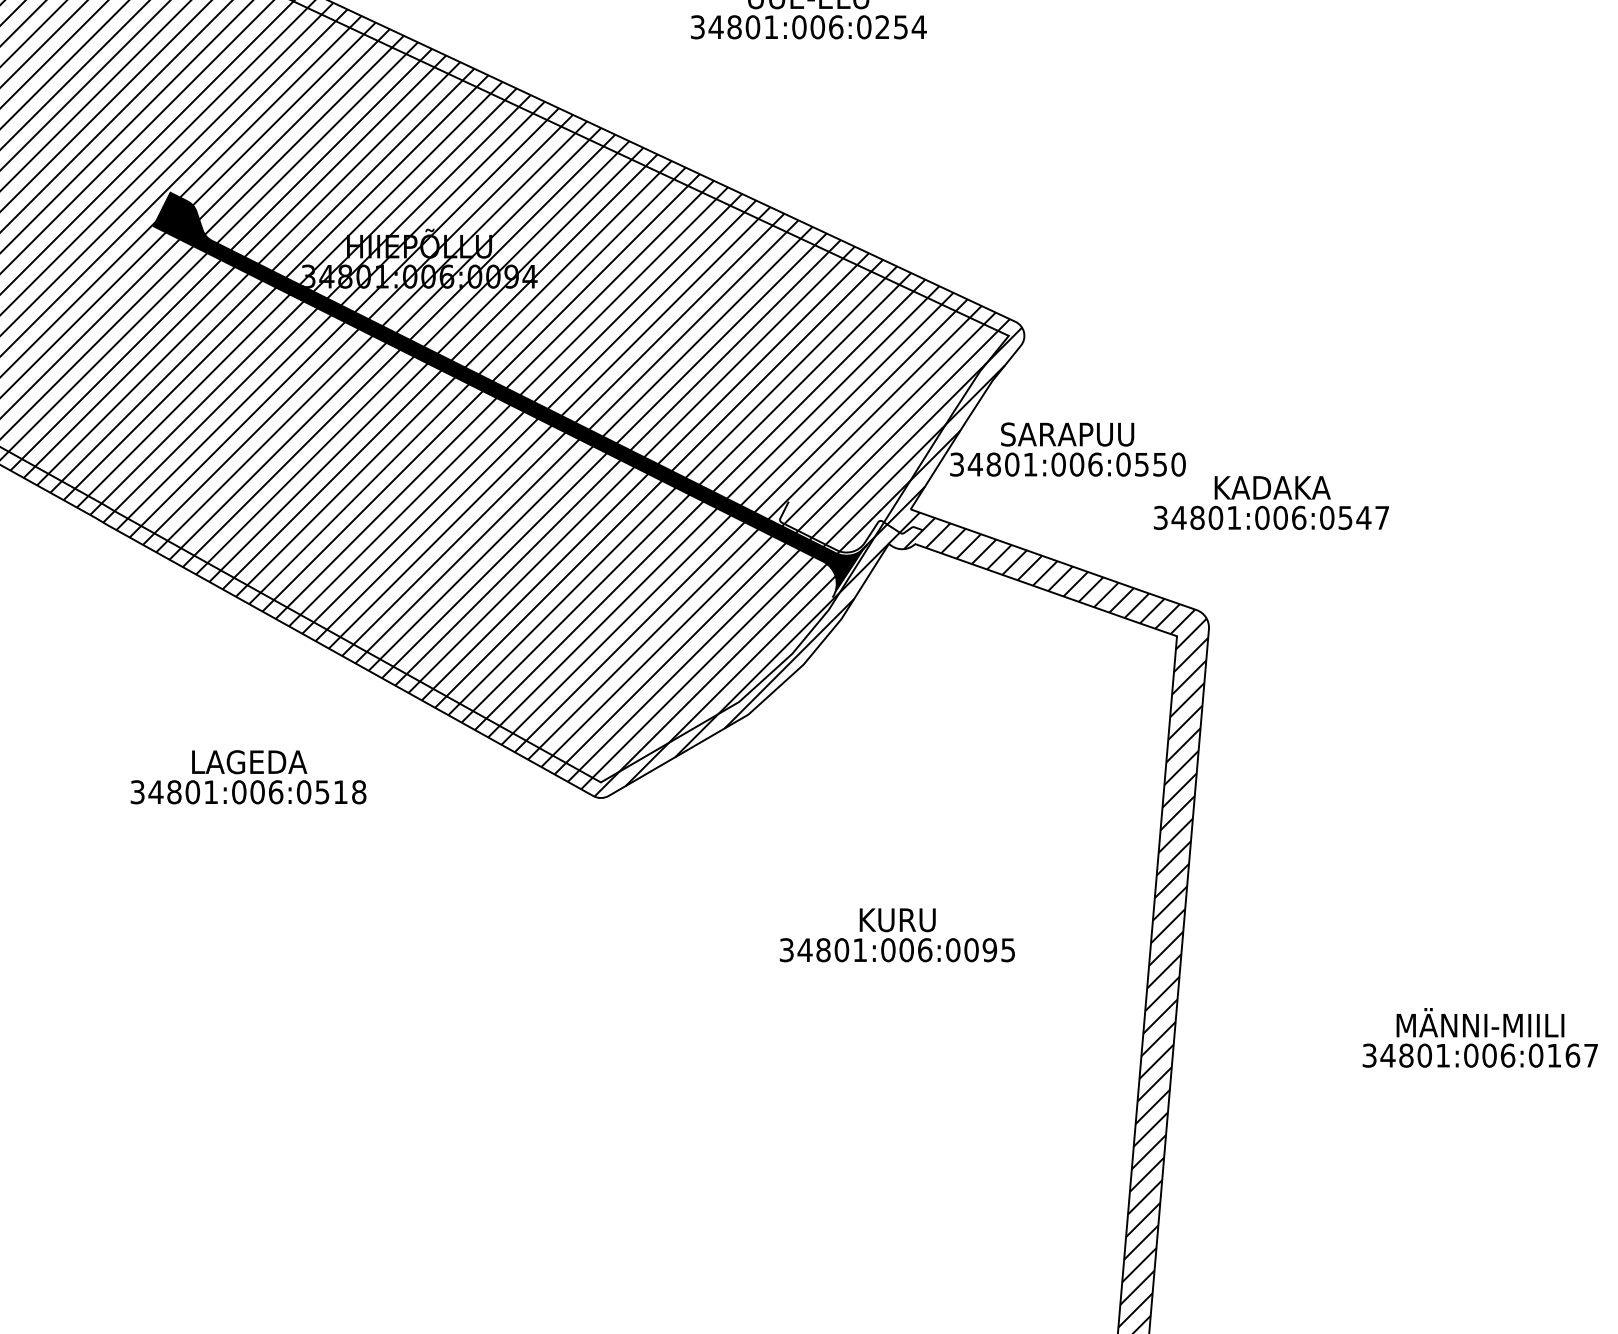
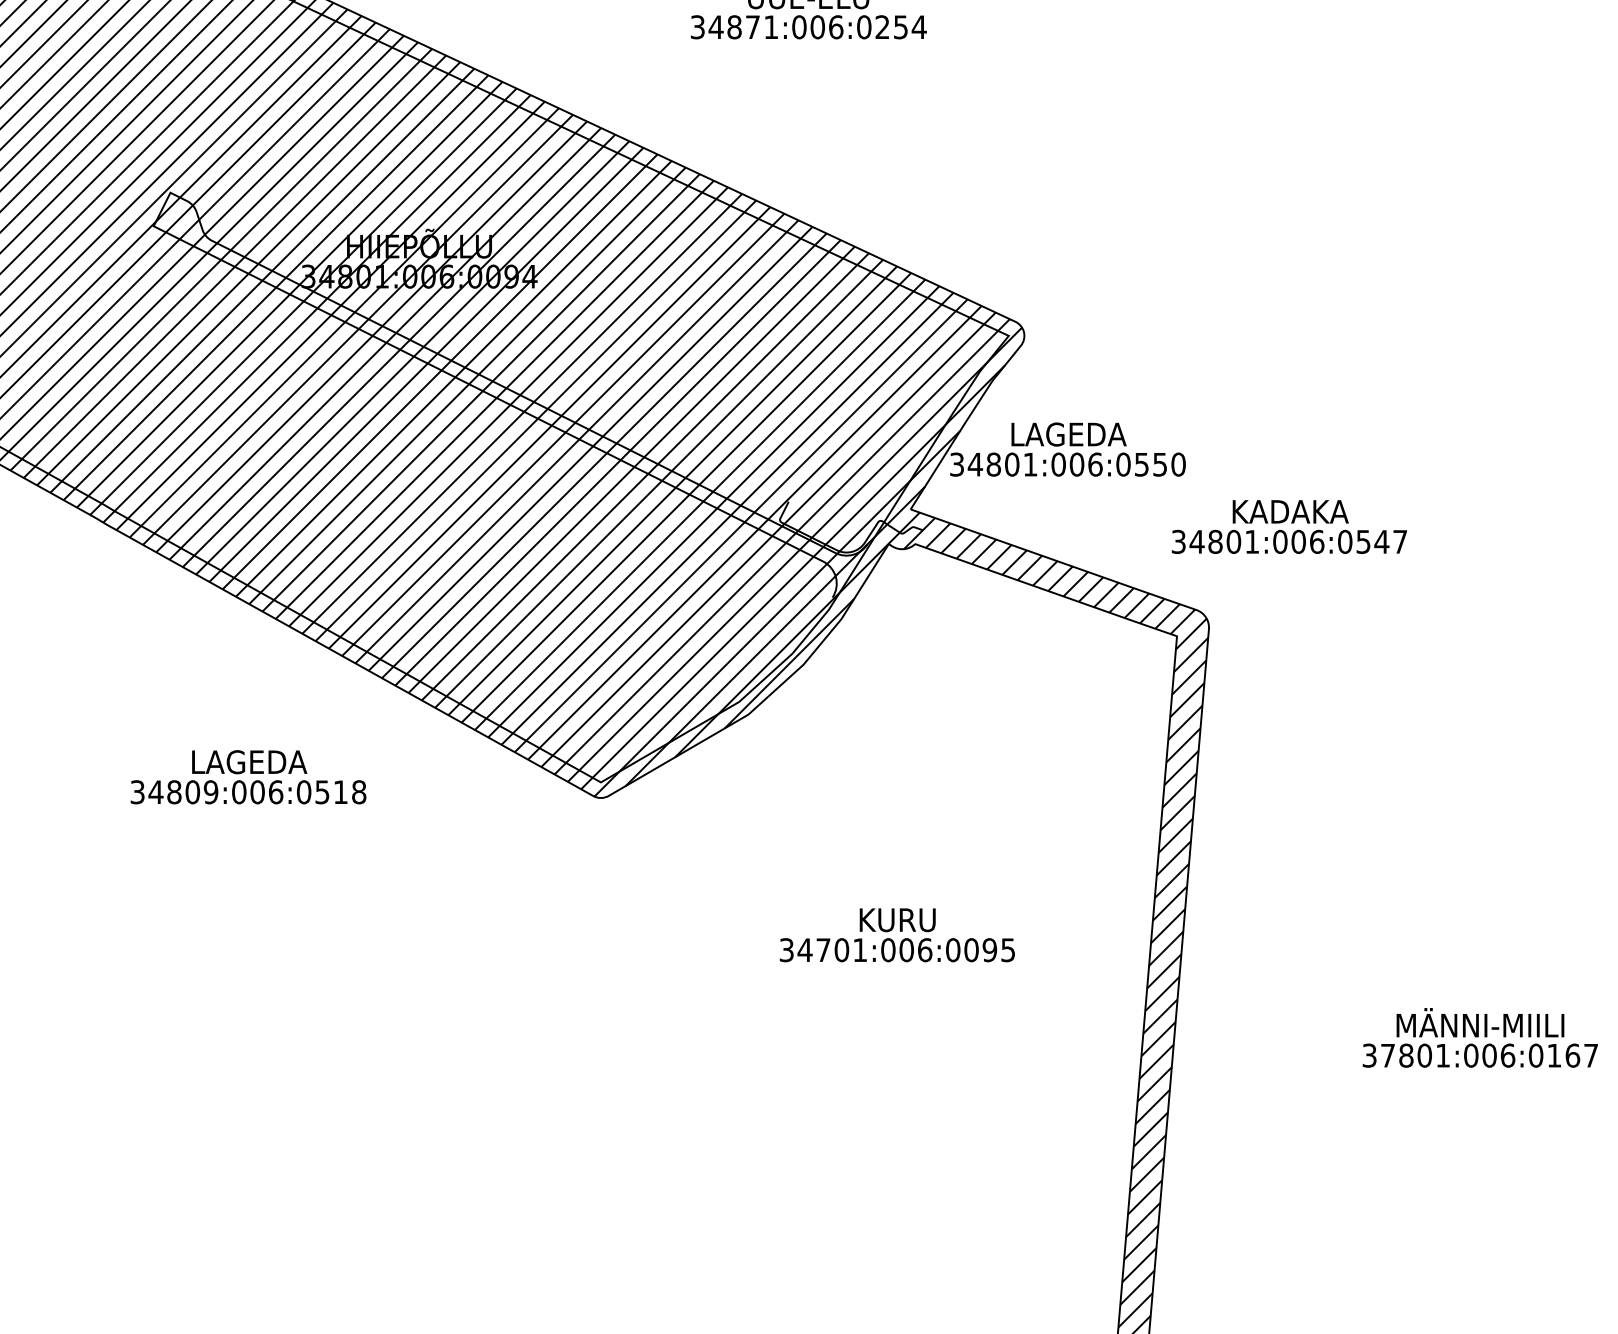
text at (752, 27): 34801:006:0254 -> 34871:006:0254
fill at (510, 394): present -> none
text at (1067, 434): SARAPUU -> LAGEDA
text at (1270, 502) position: (1270, 502) -> (1288, 526)
text at (210, 792): 34801:006:0518 -> 34809:006:0518
text at (823, 950): 34801:006:0095 -> 34701:006:0095
text at (1387, 1055): 34801:006:0167 -> 37801:006:0167
